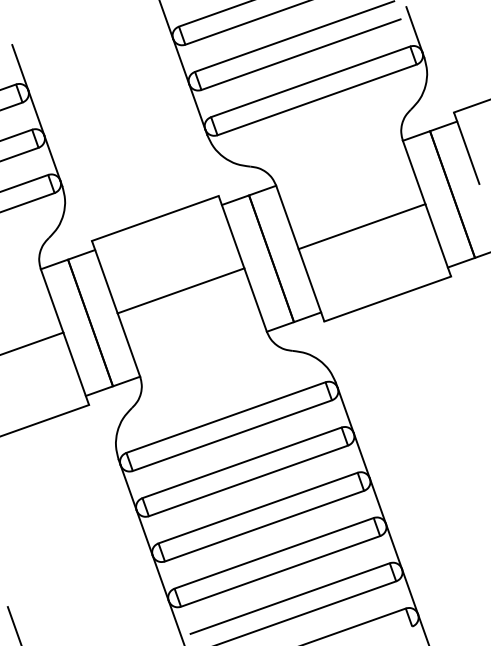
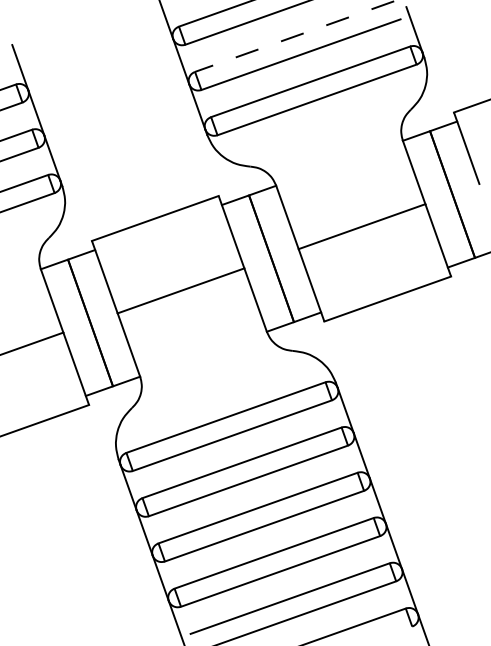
line at (294, 36): solid -> dashed
line at (13, 624): present -> none
